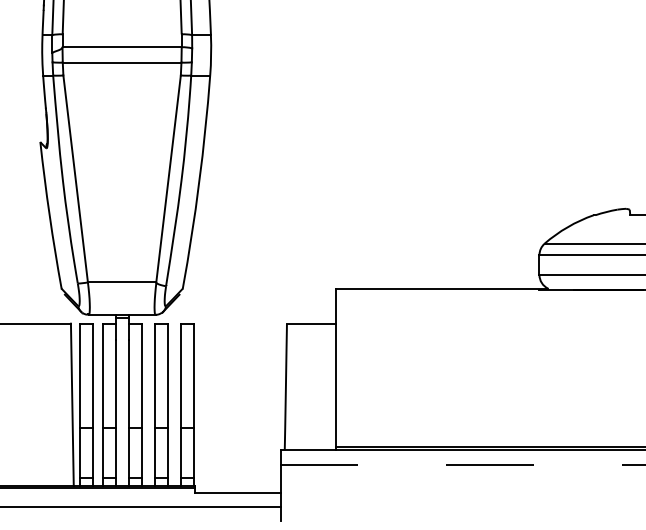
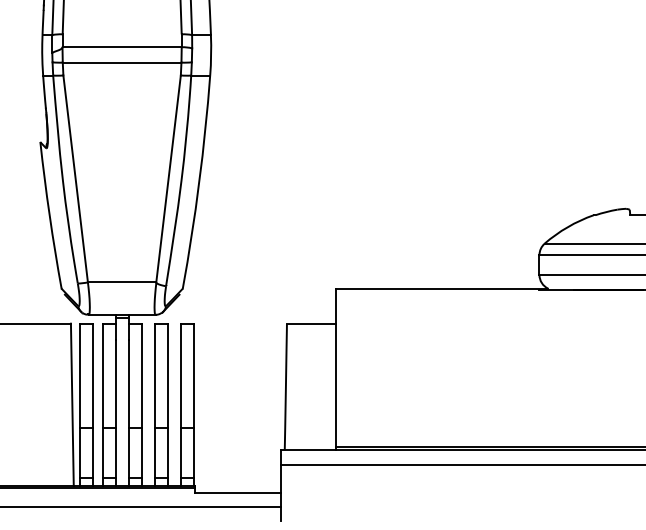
line at (463, 464): dashed -> solid
